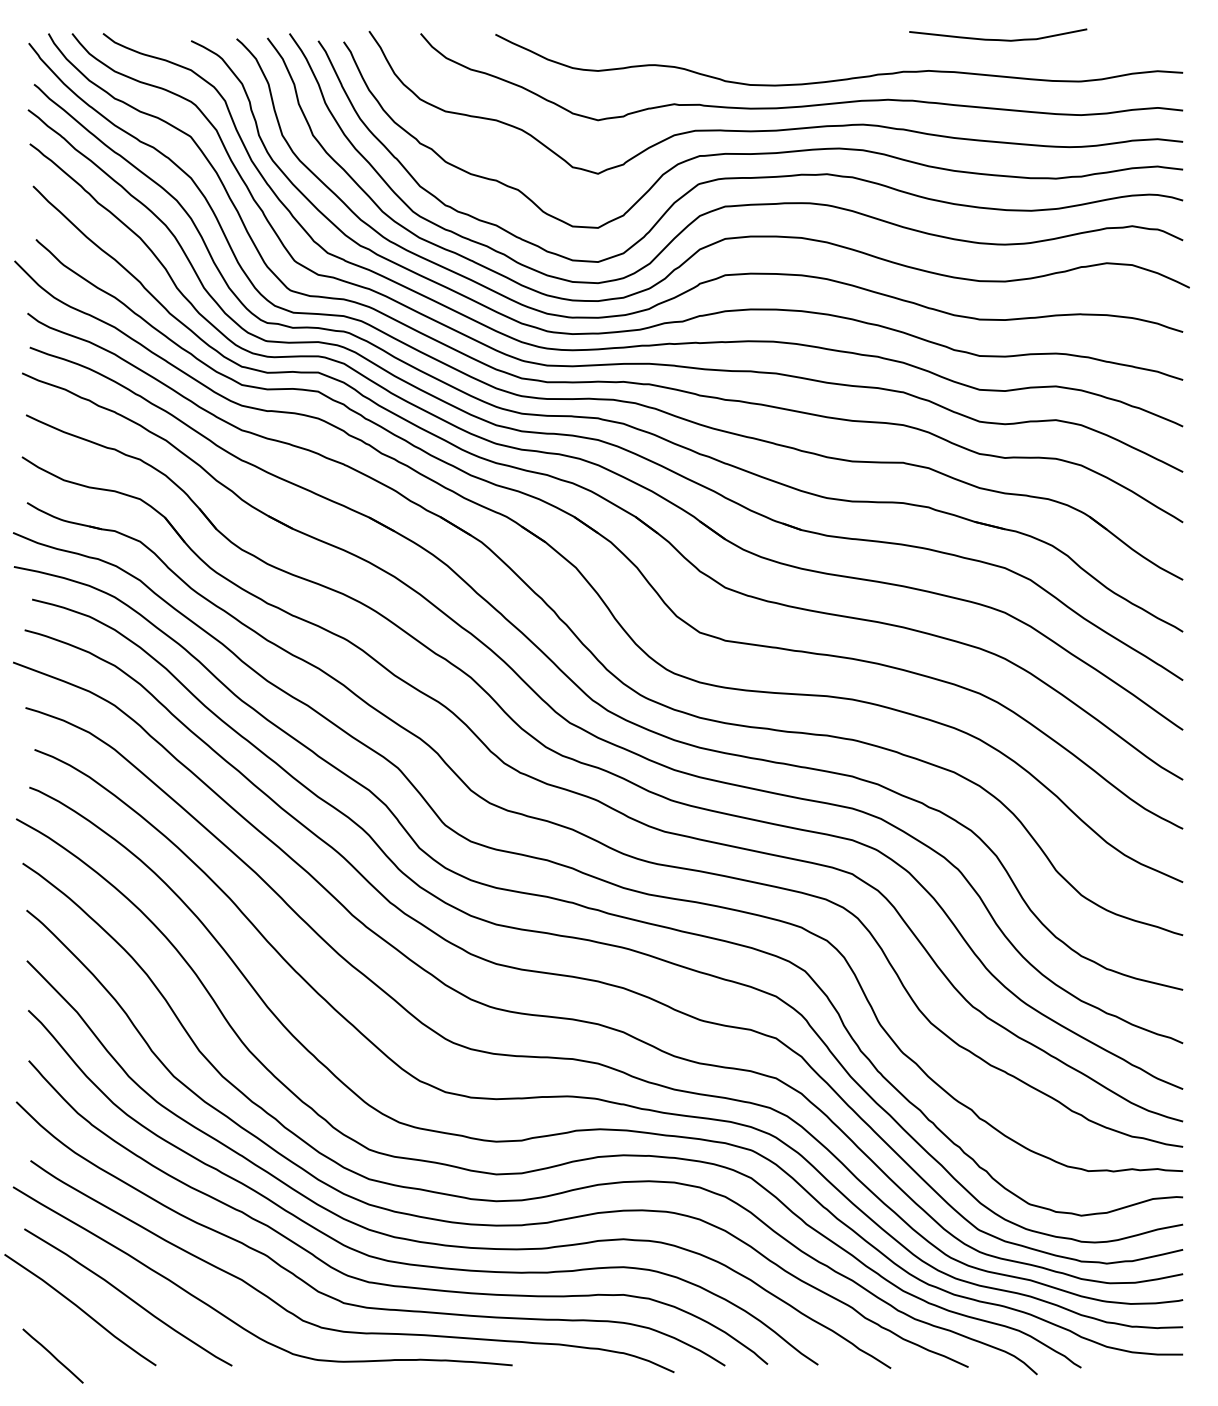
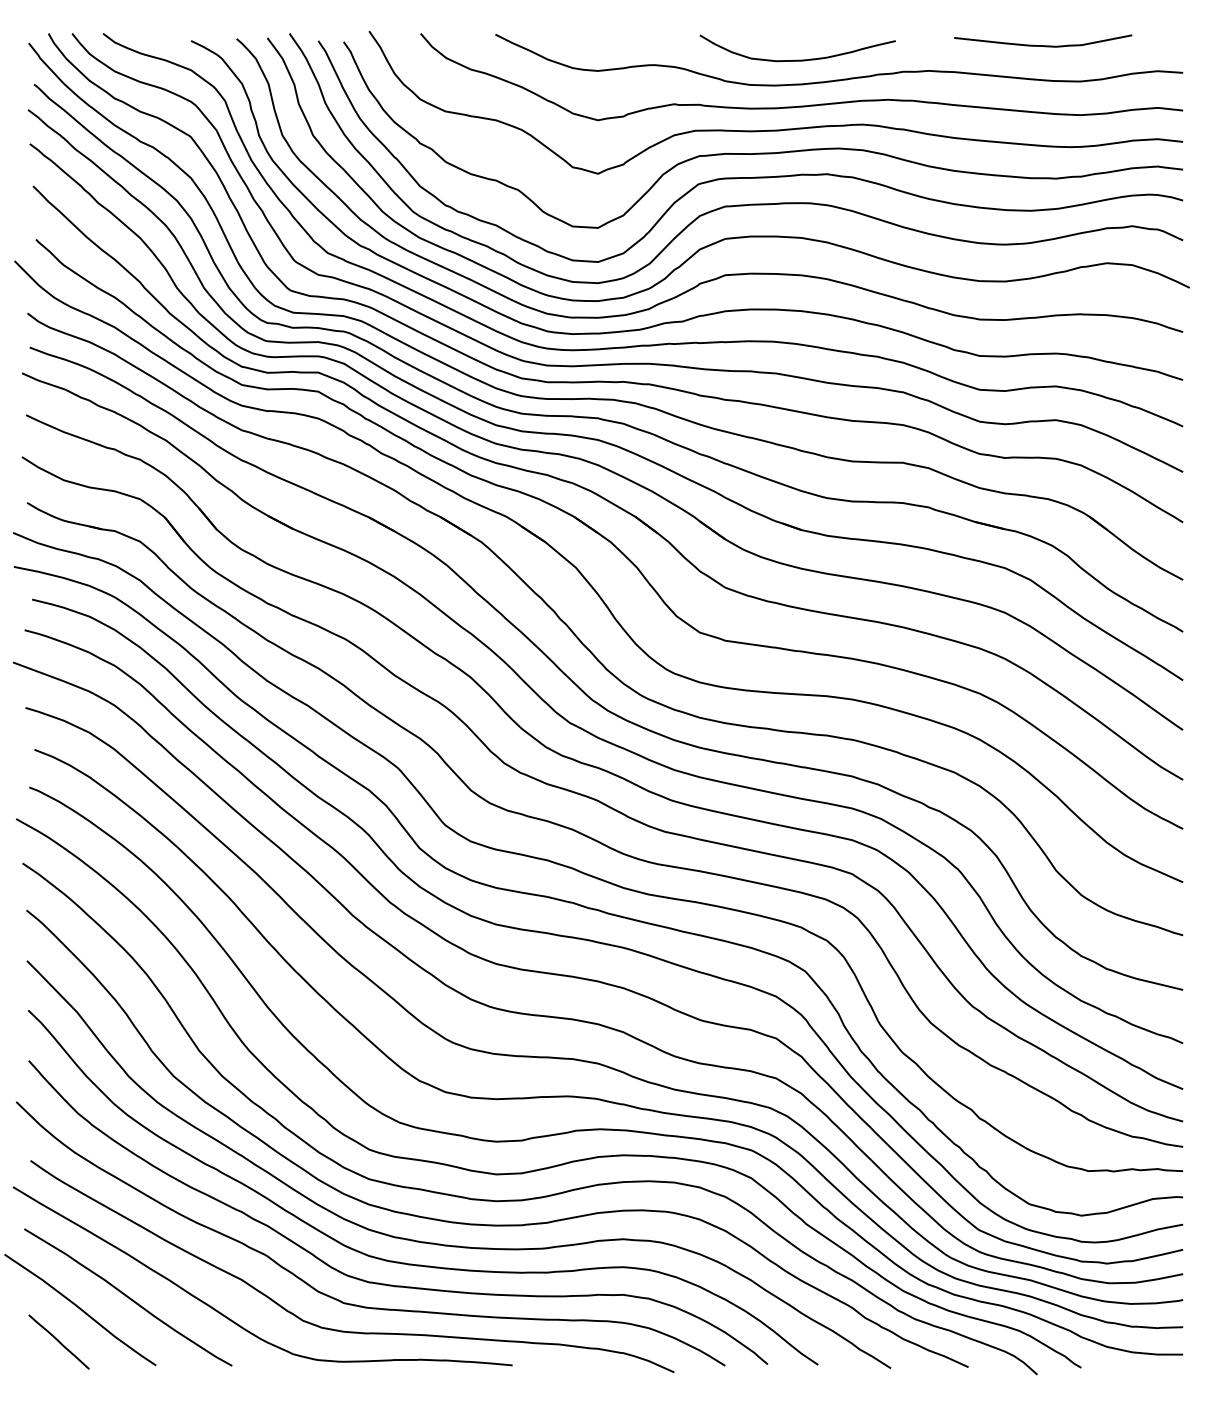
curve at (998, 39) position: (998, 39) -> (1043, 45)
curve at (797, 59): none -> present
line at (52, 1355) position: (52, 1355) -> (58, 1341)
